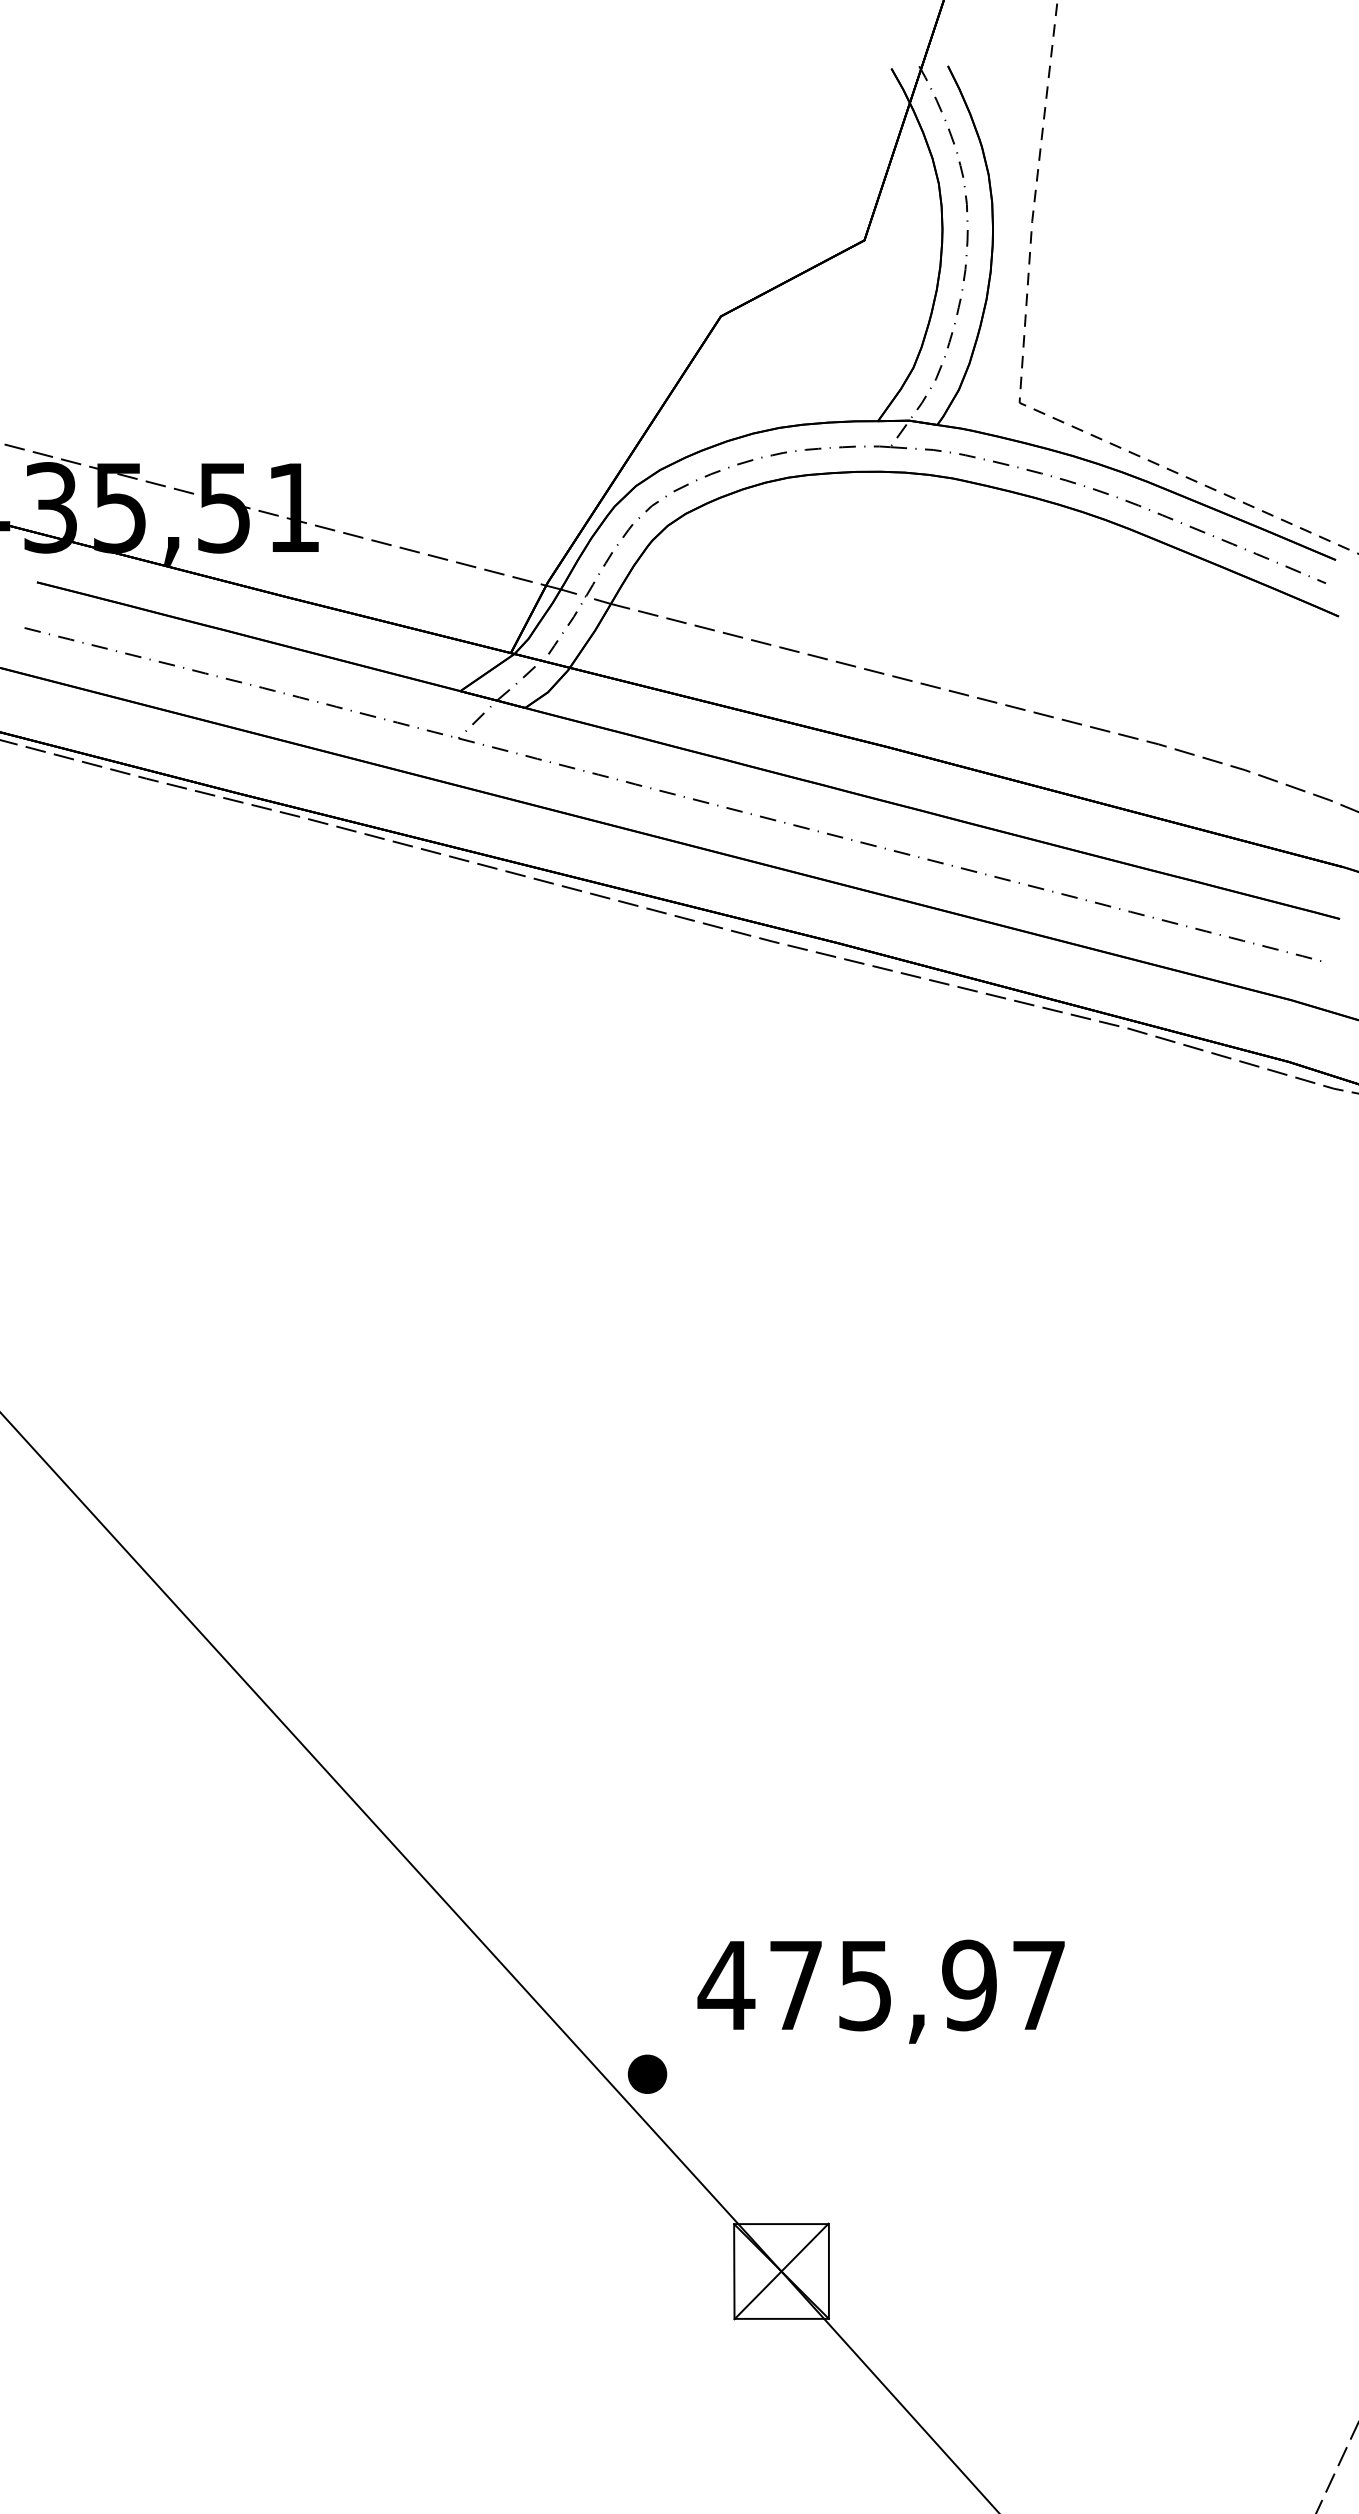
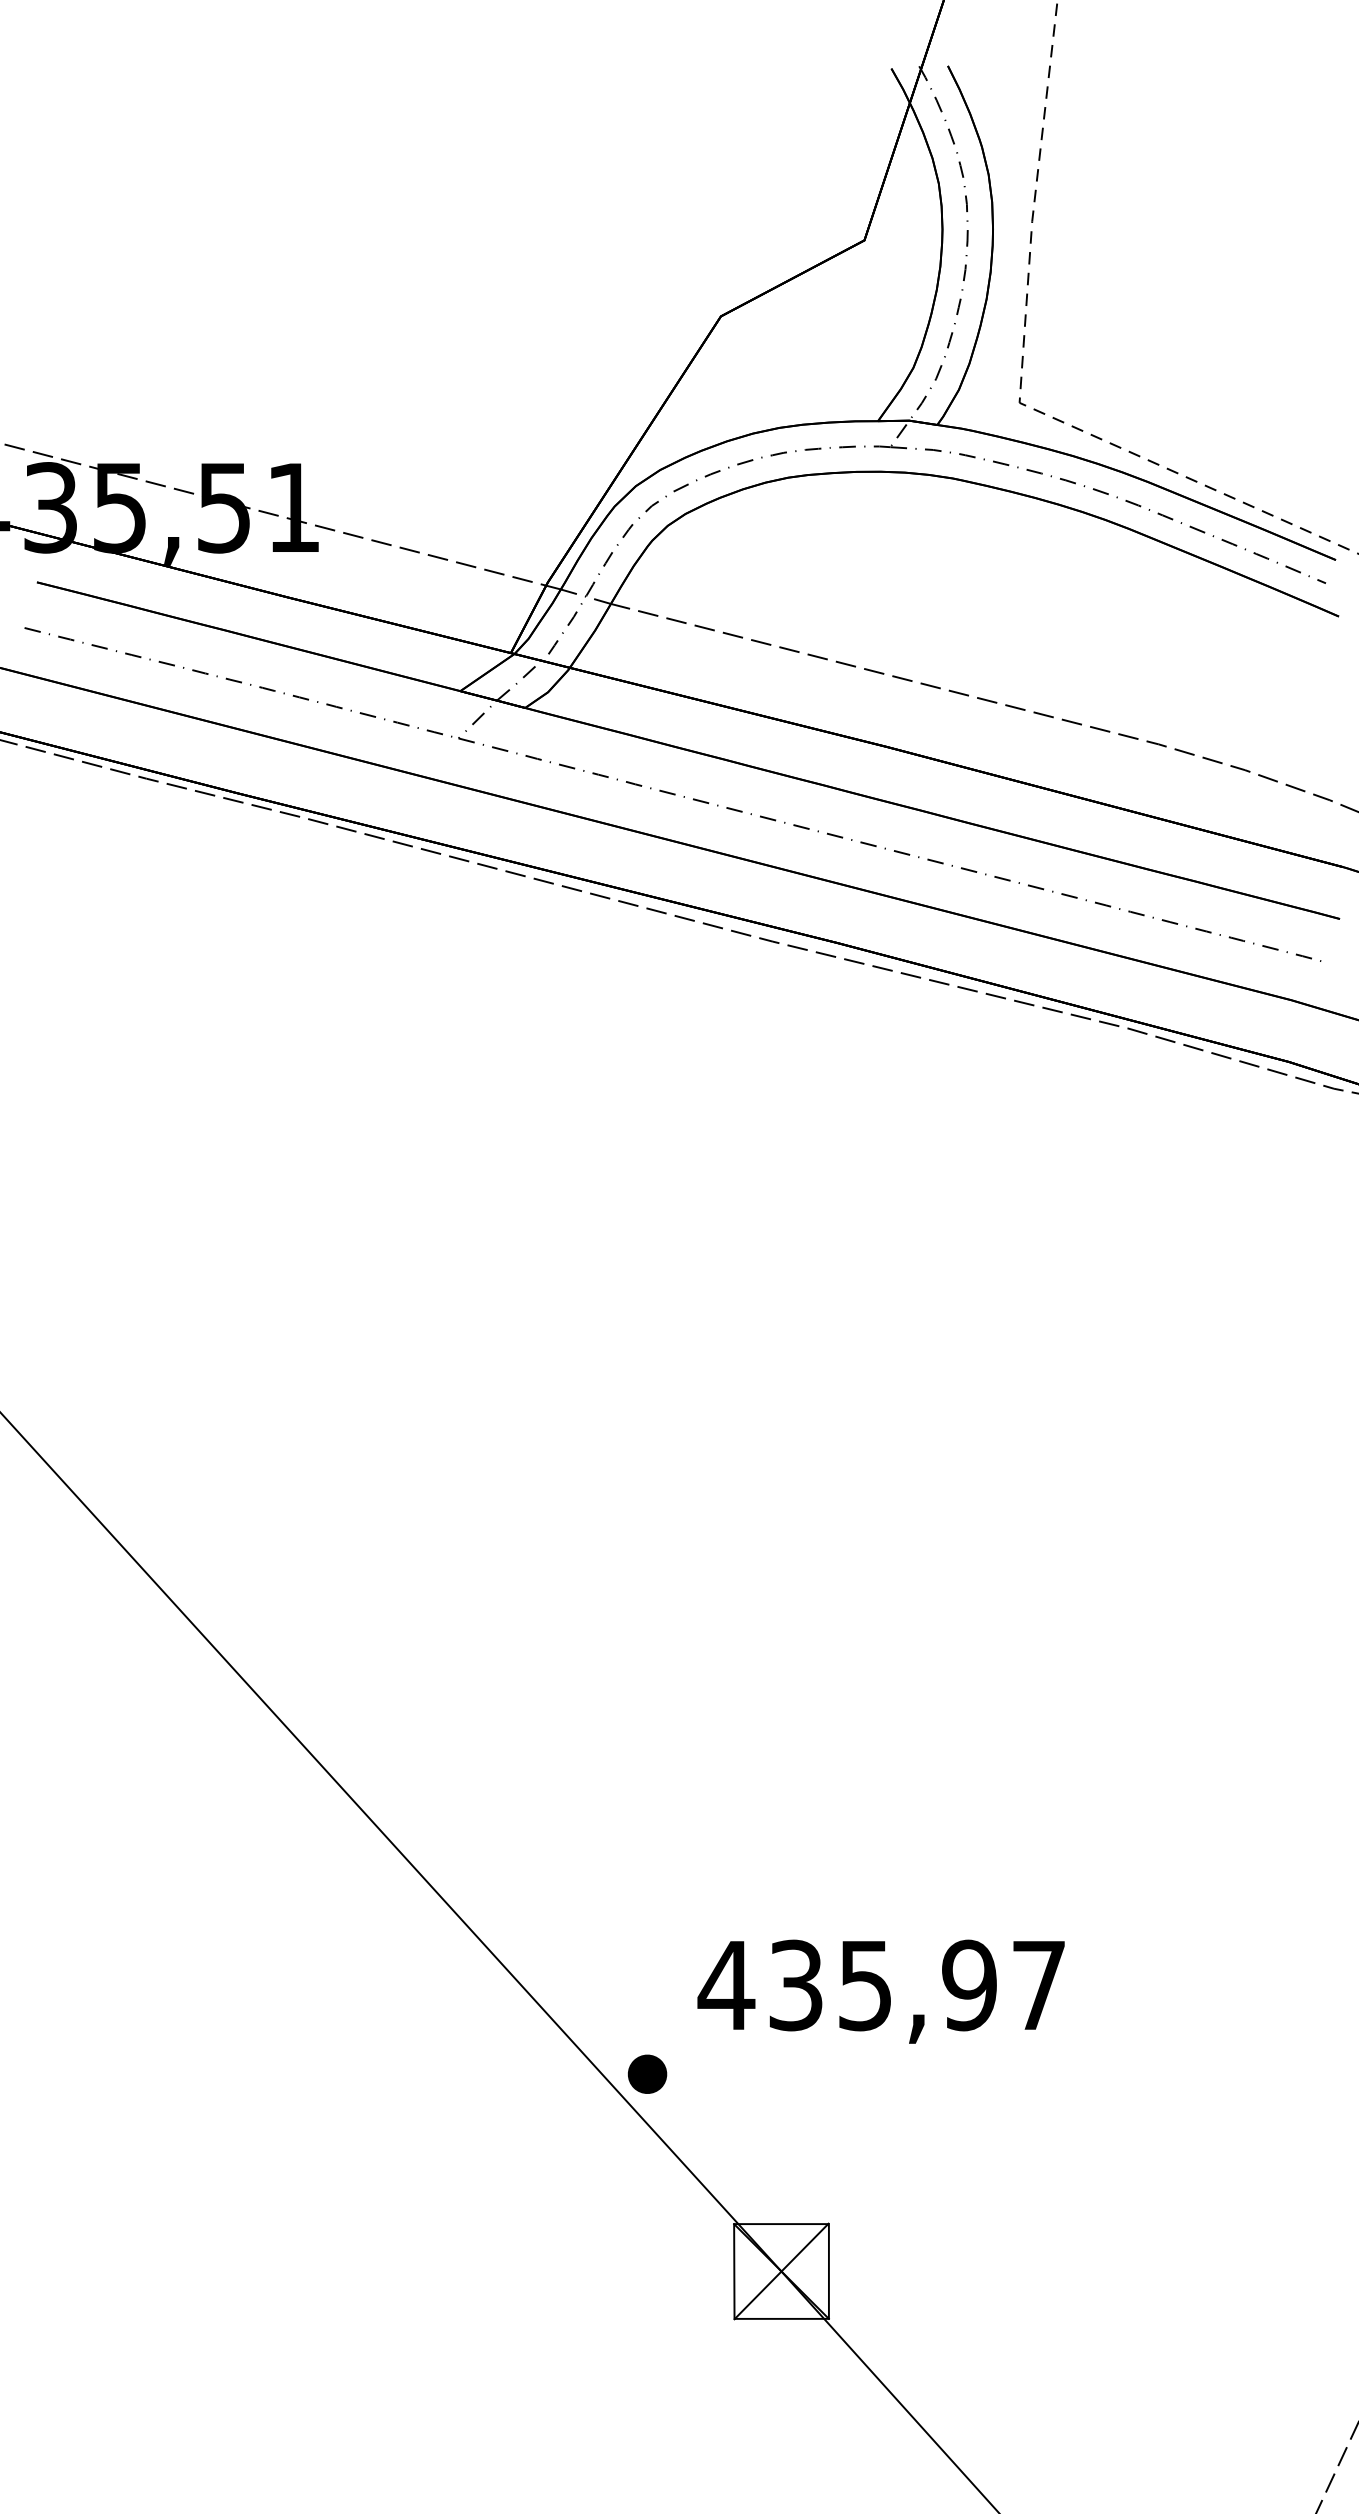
text at (795, 1985): 475,97 -> 435,97
